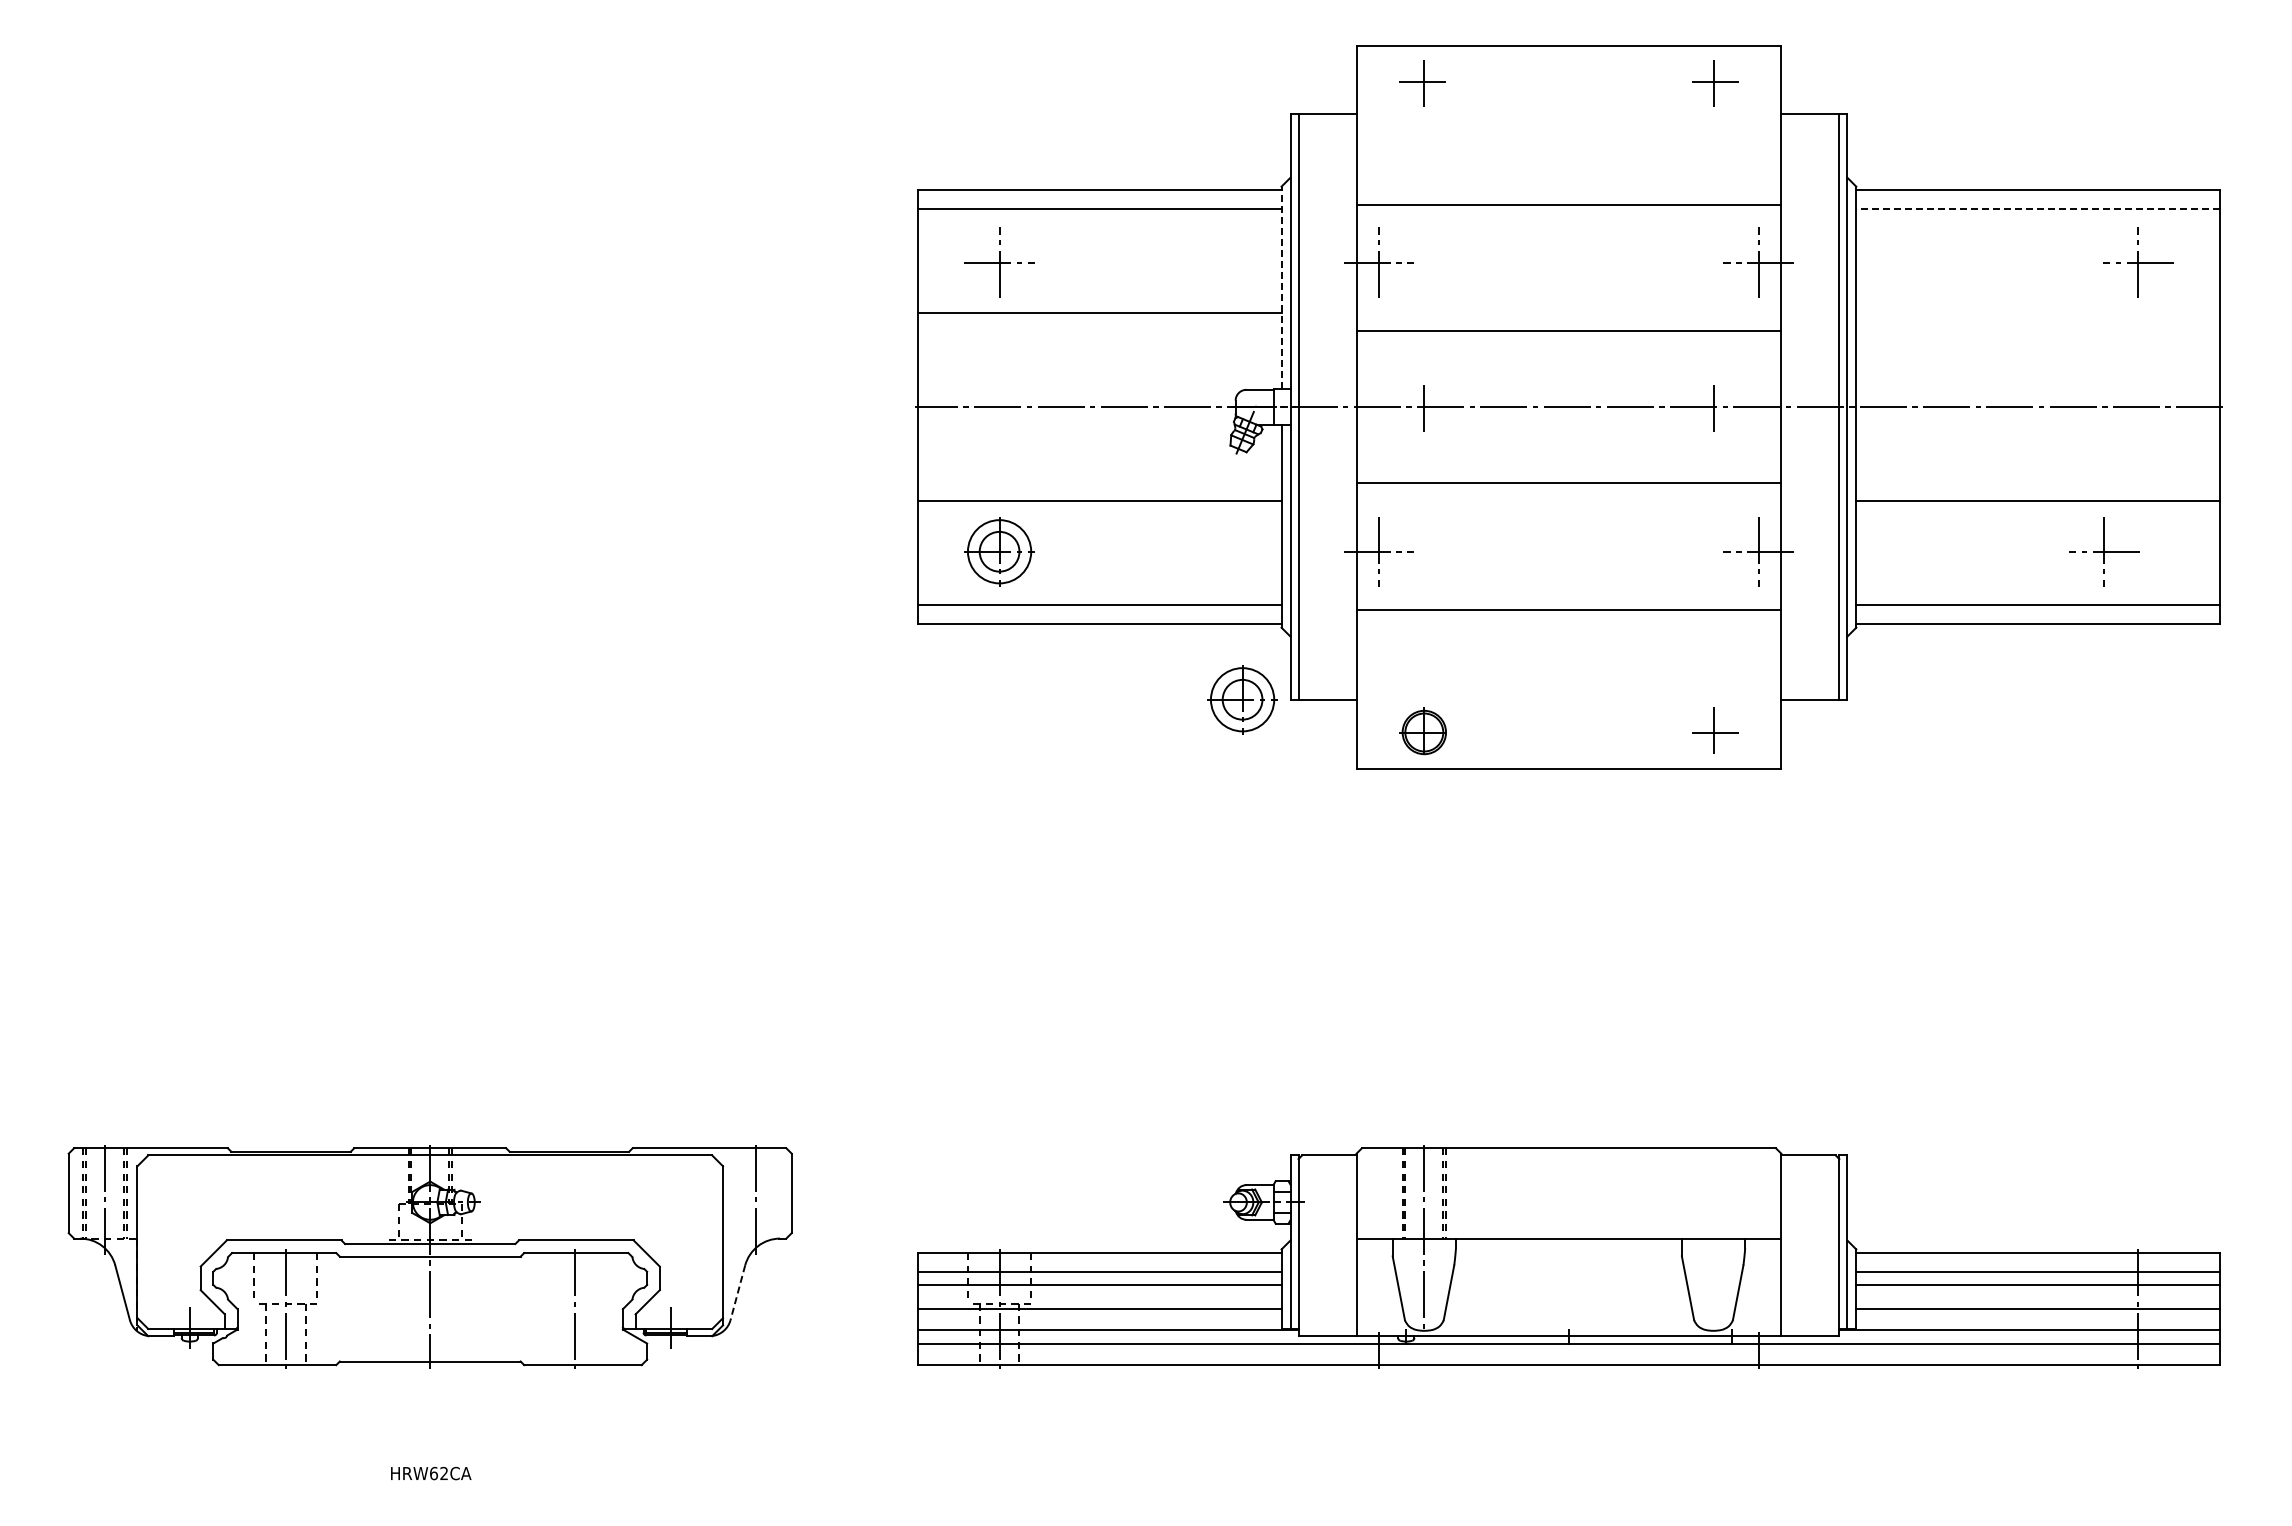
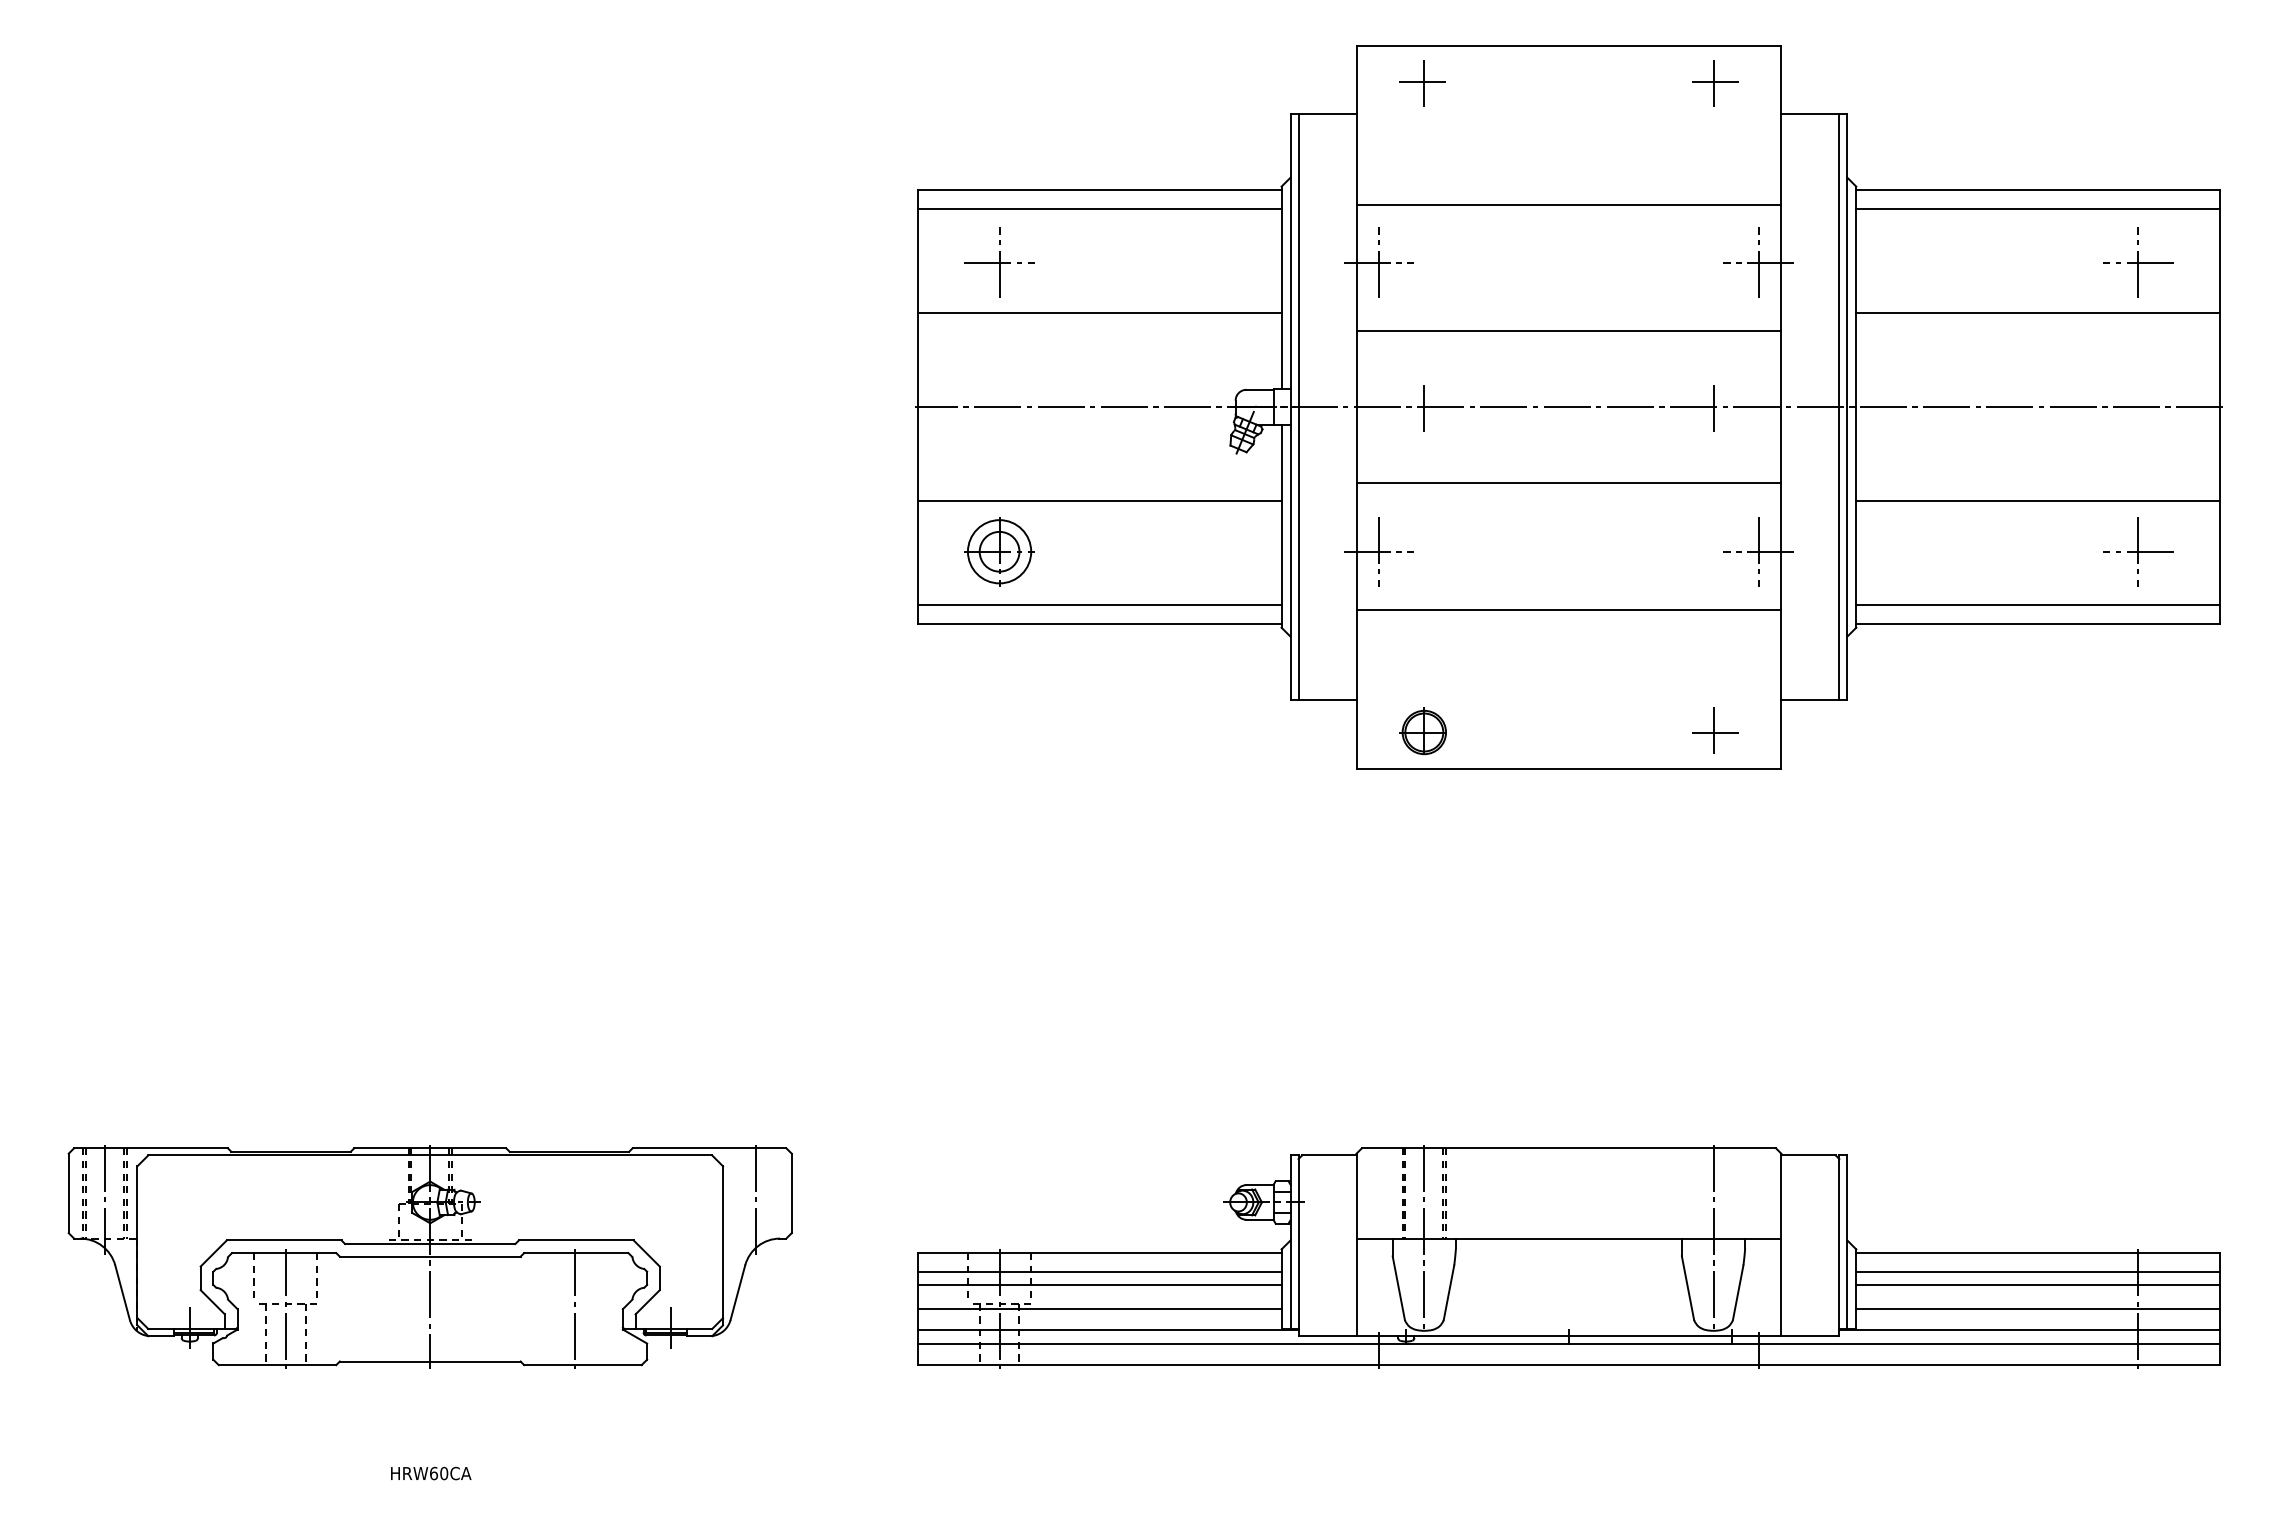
line at (2037, 209): dashed -> solid
line at (1281, 287): dashed -> solid
line at (2037, 313): none -> present
part at (2104, 551) position: (2104, 551) -> (2138, 551)
part at (1242, 699): present -> none
line at (1713, 1239): none -> present
line at (737, 1293): dashed -> solid
text at (444, 1473): HRW62CA -> HRW60CA
